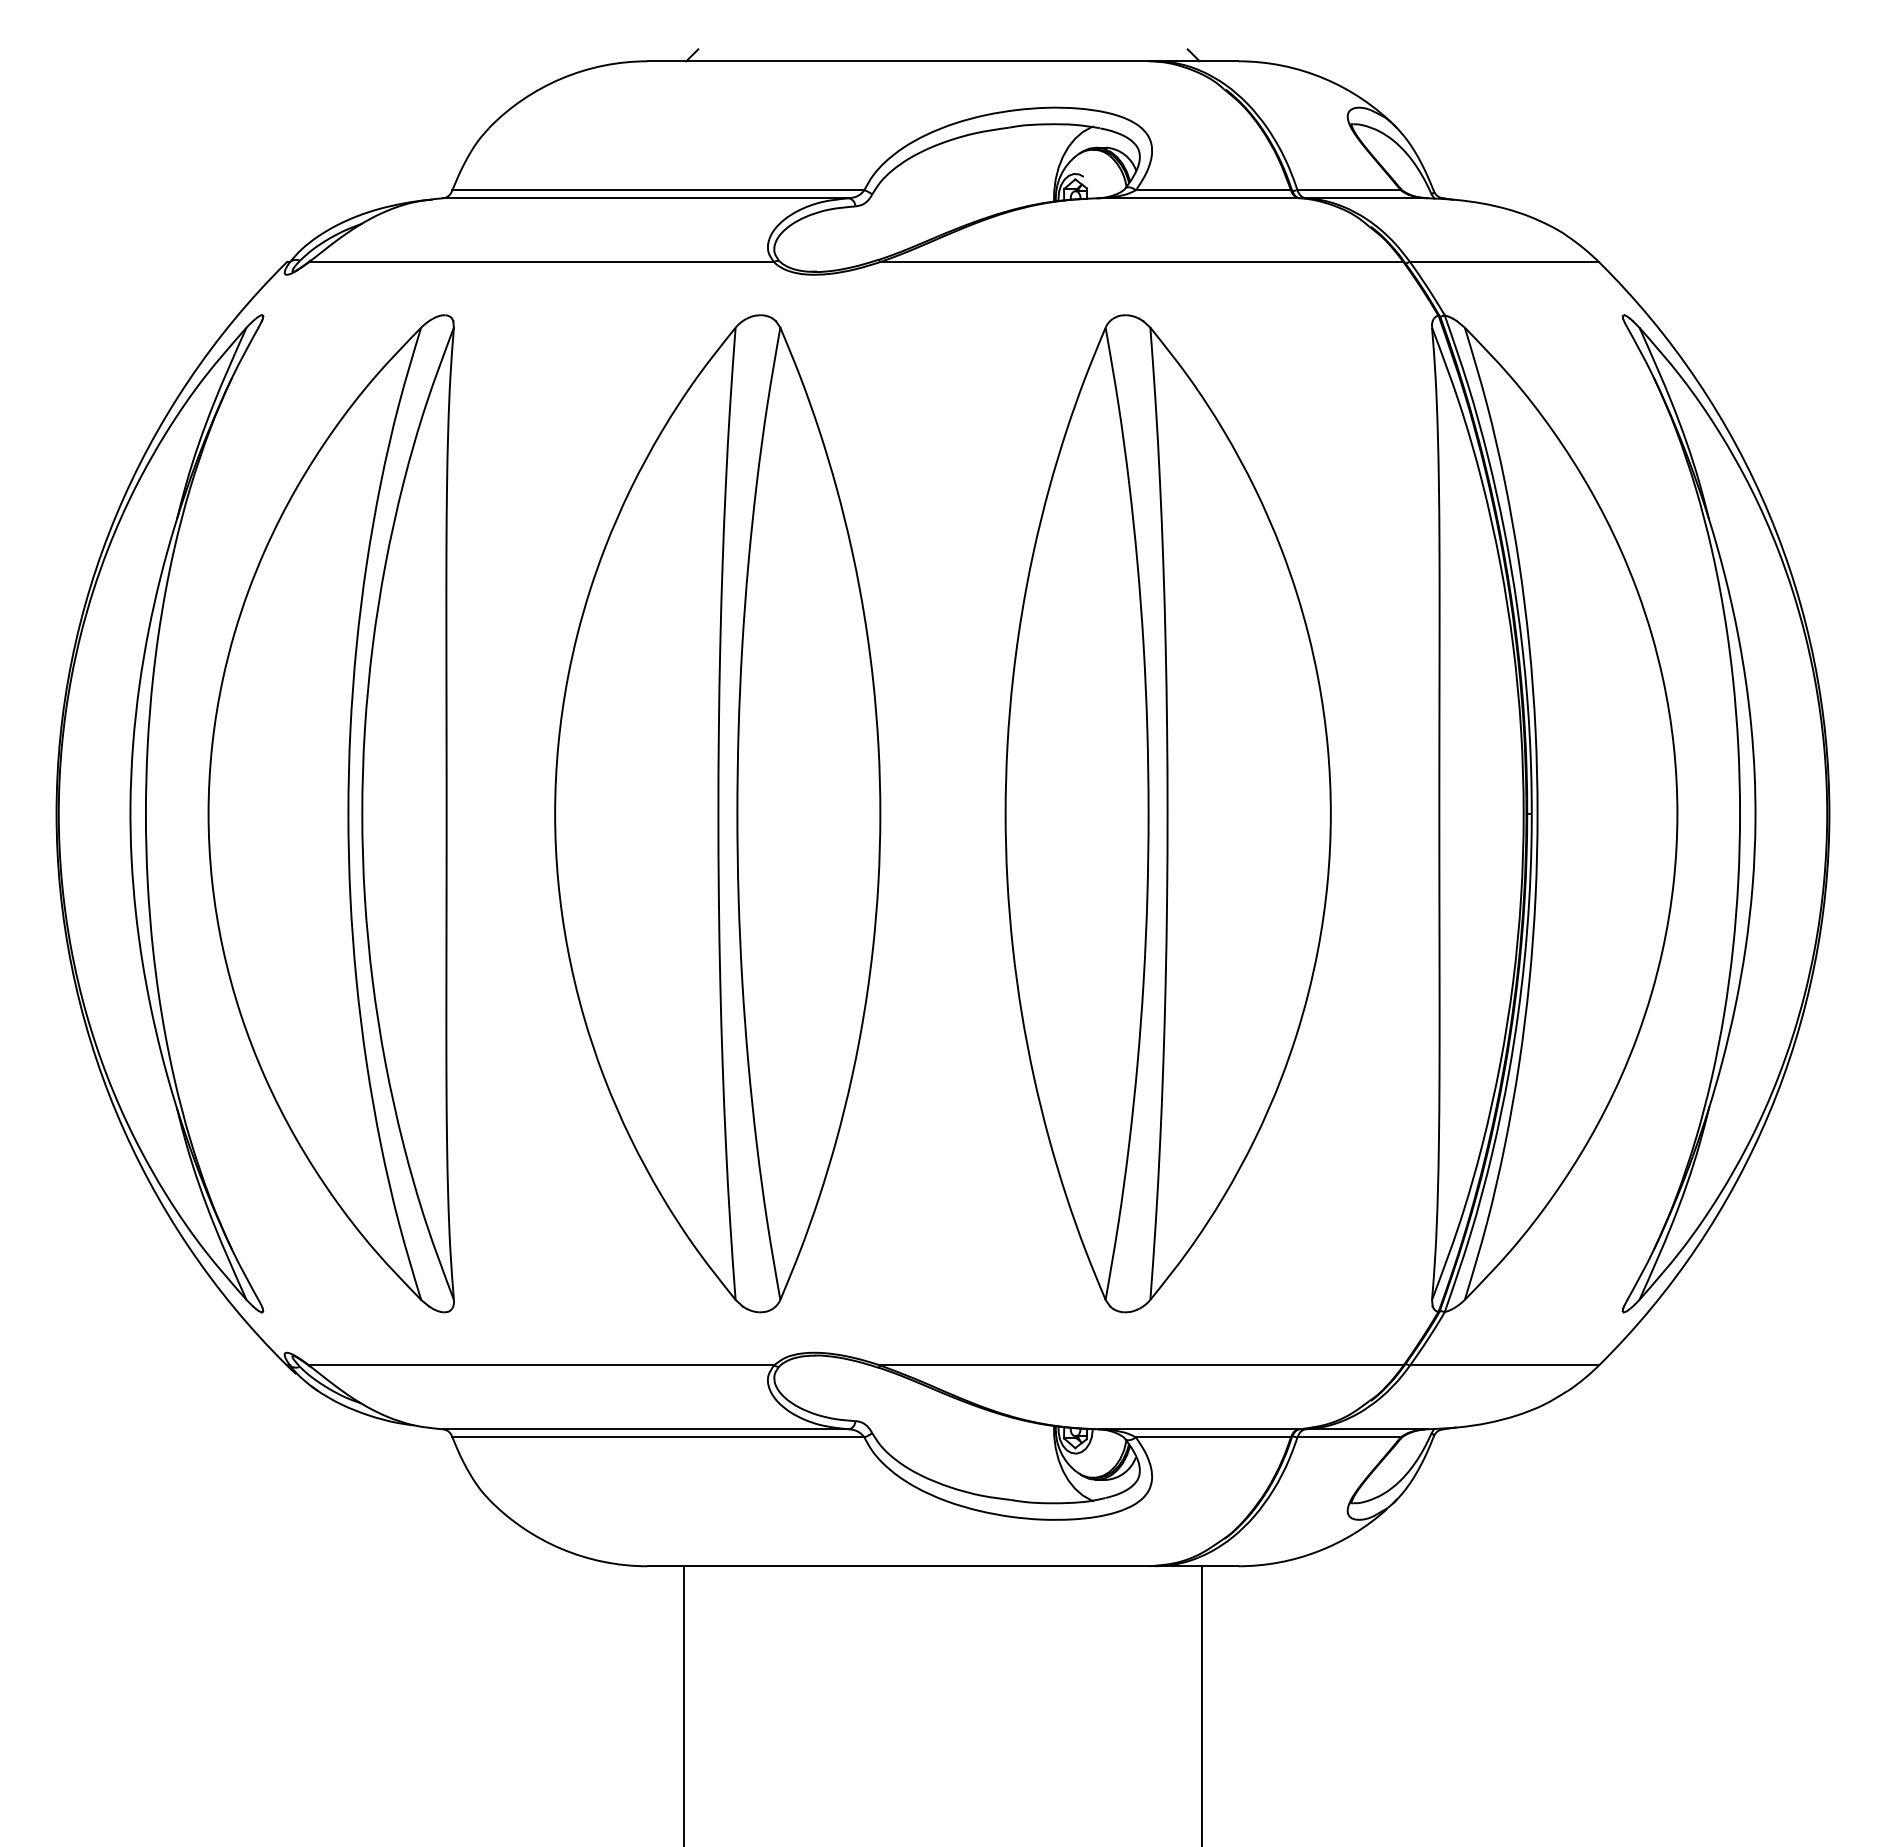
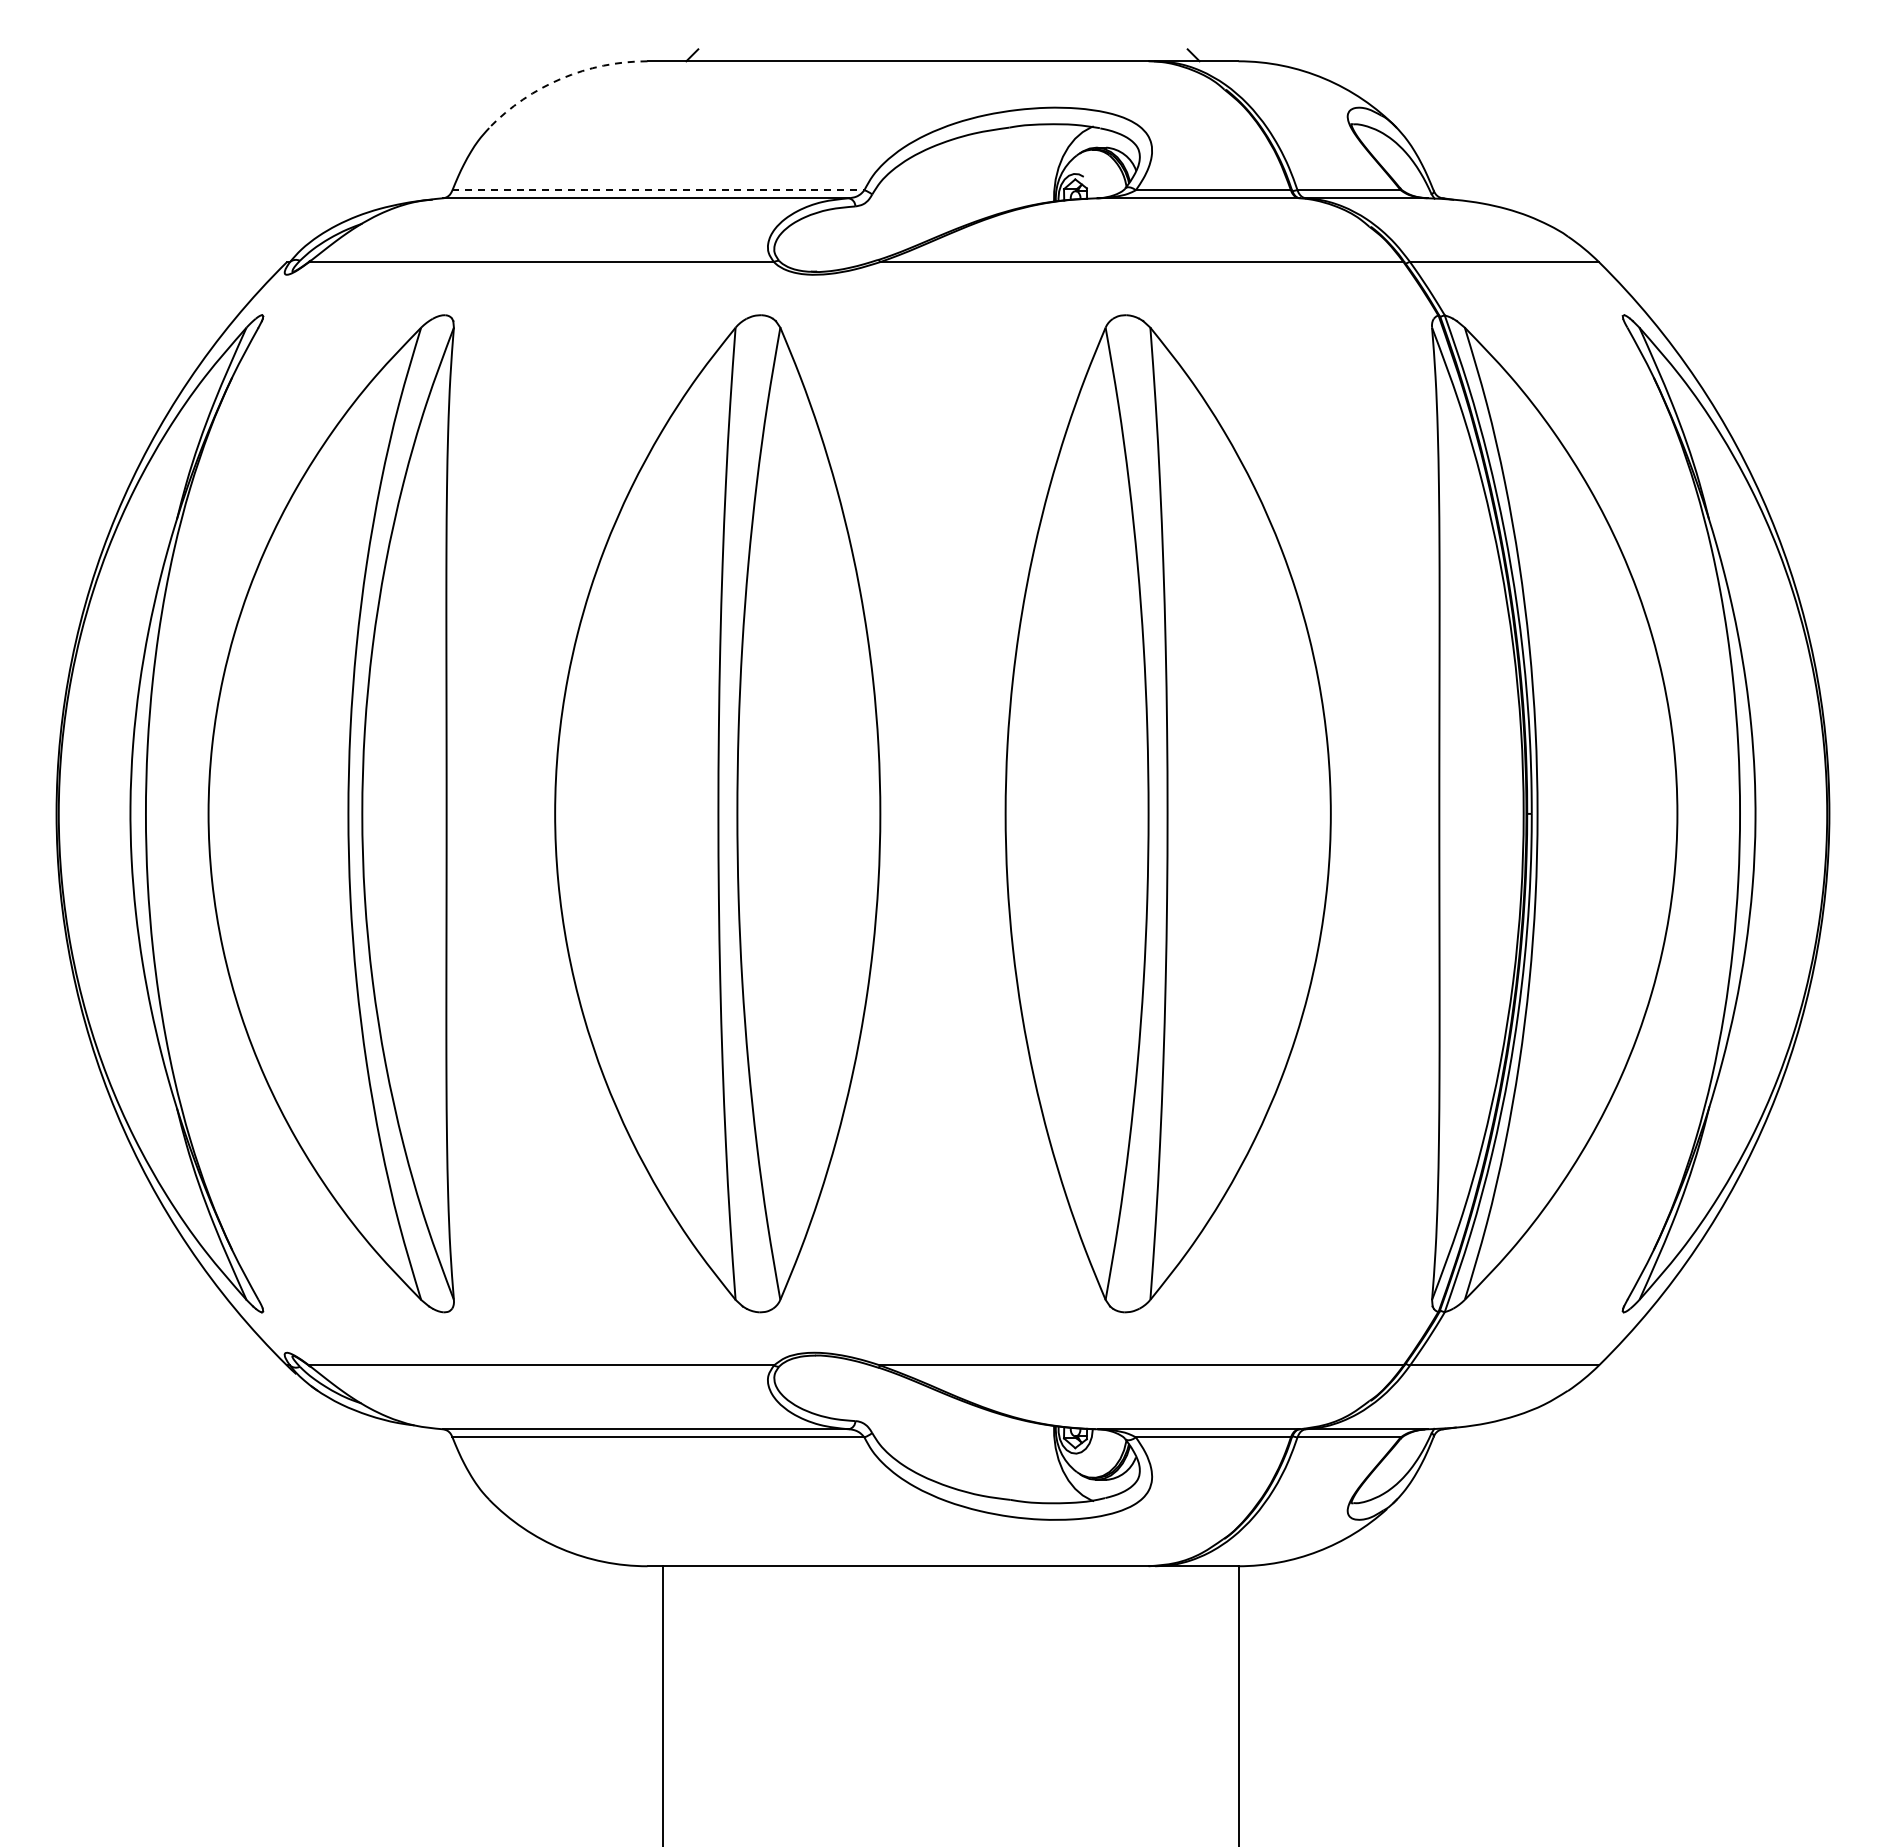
arc at (561, 78): solid -> dashed
line at (658, 190): solid -> dashed
line at (684, 1704) position: (684, 1704) -> (663, 1704)
line at (1201, 1704) position: (1201, 1704) -> (1238, 1704)
